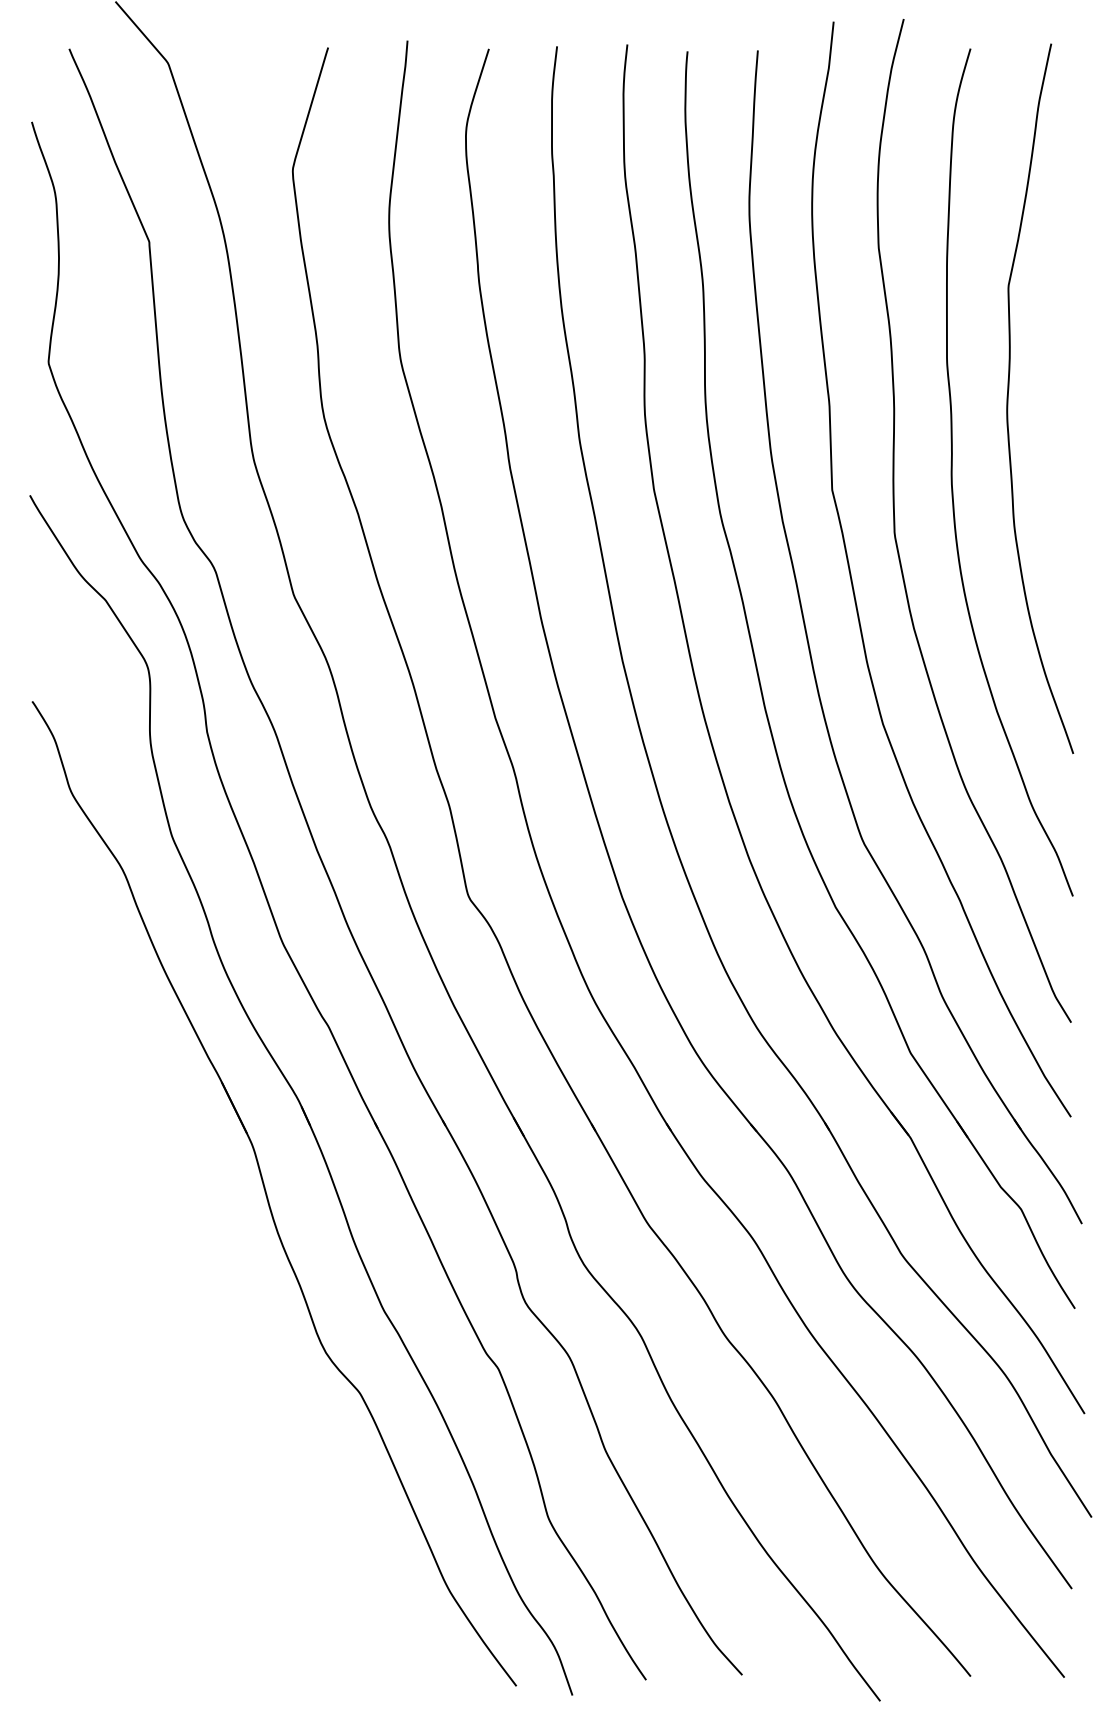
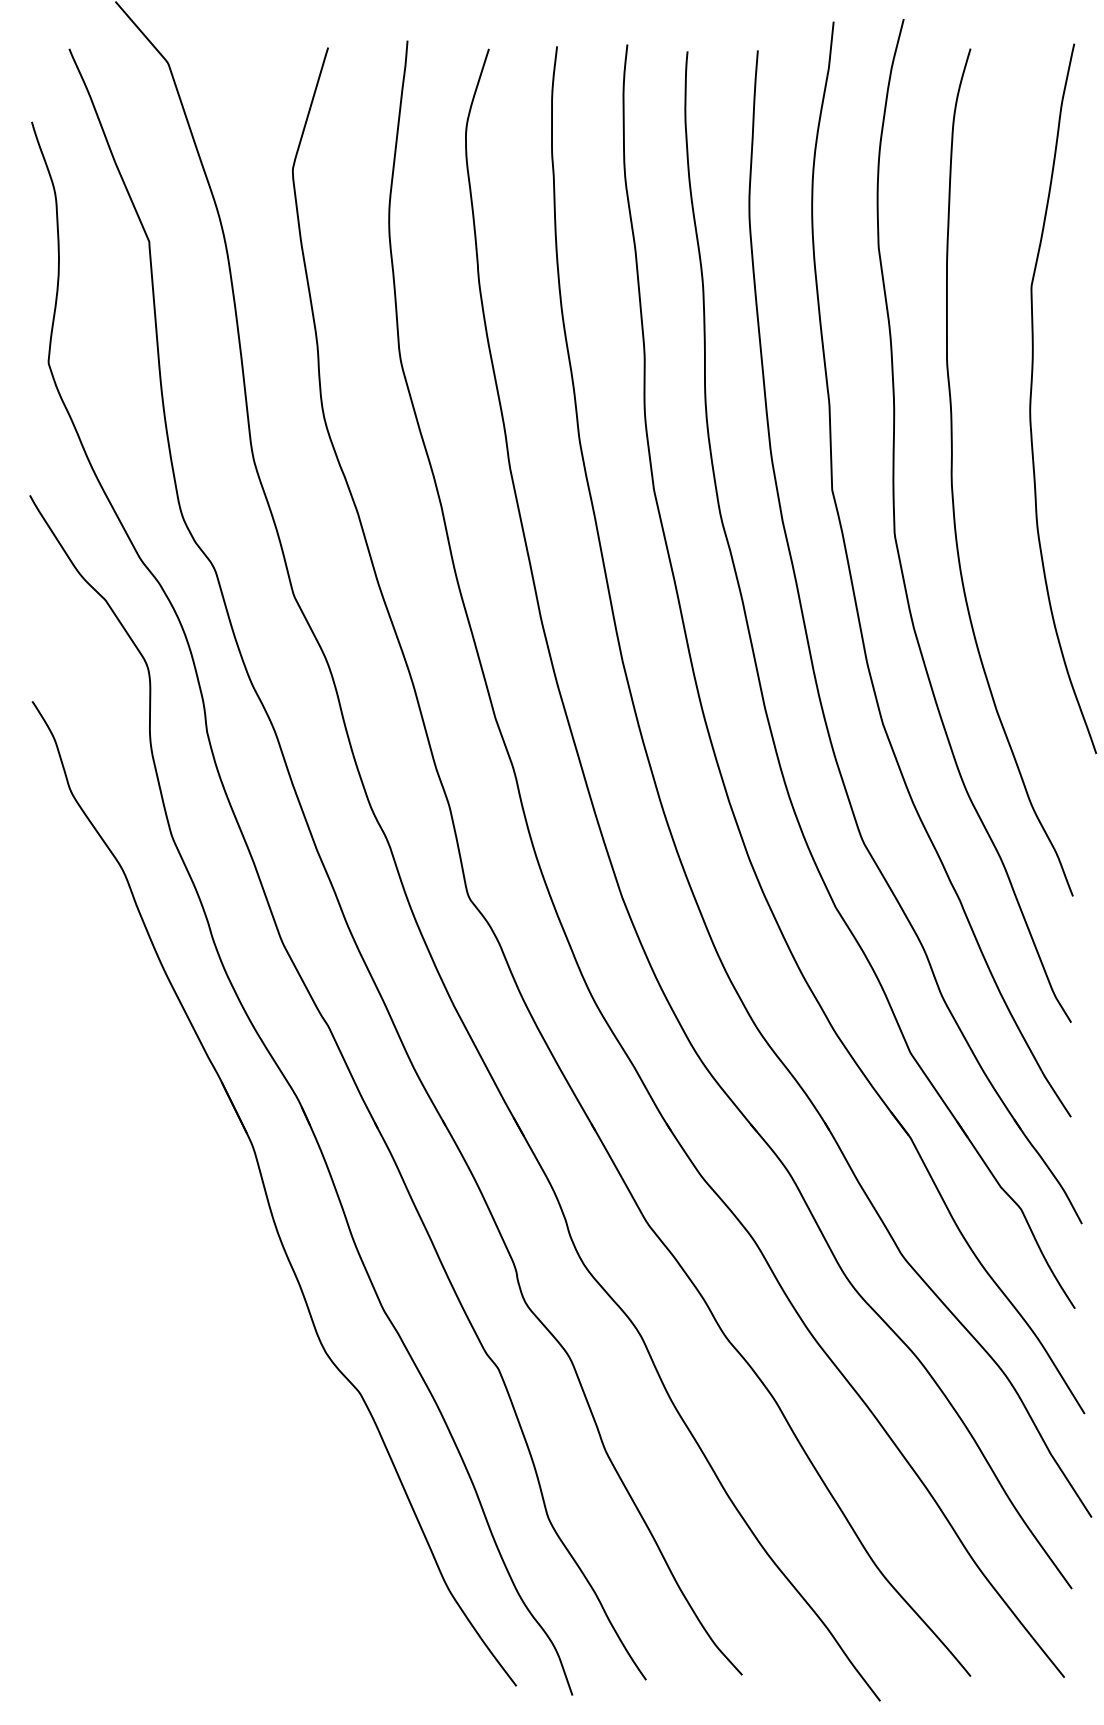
curve at (1008, 398) position: (1008, 398) -> (1031, 398)
